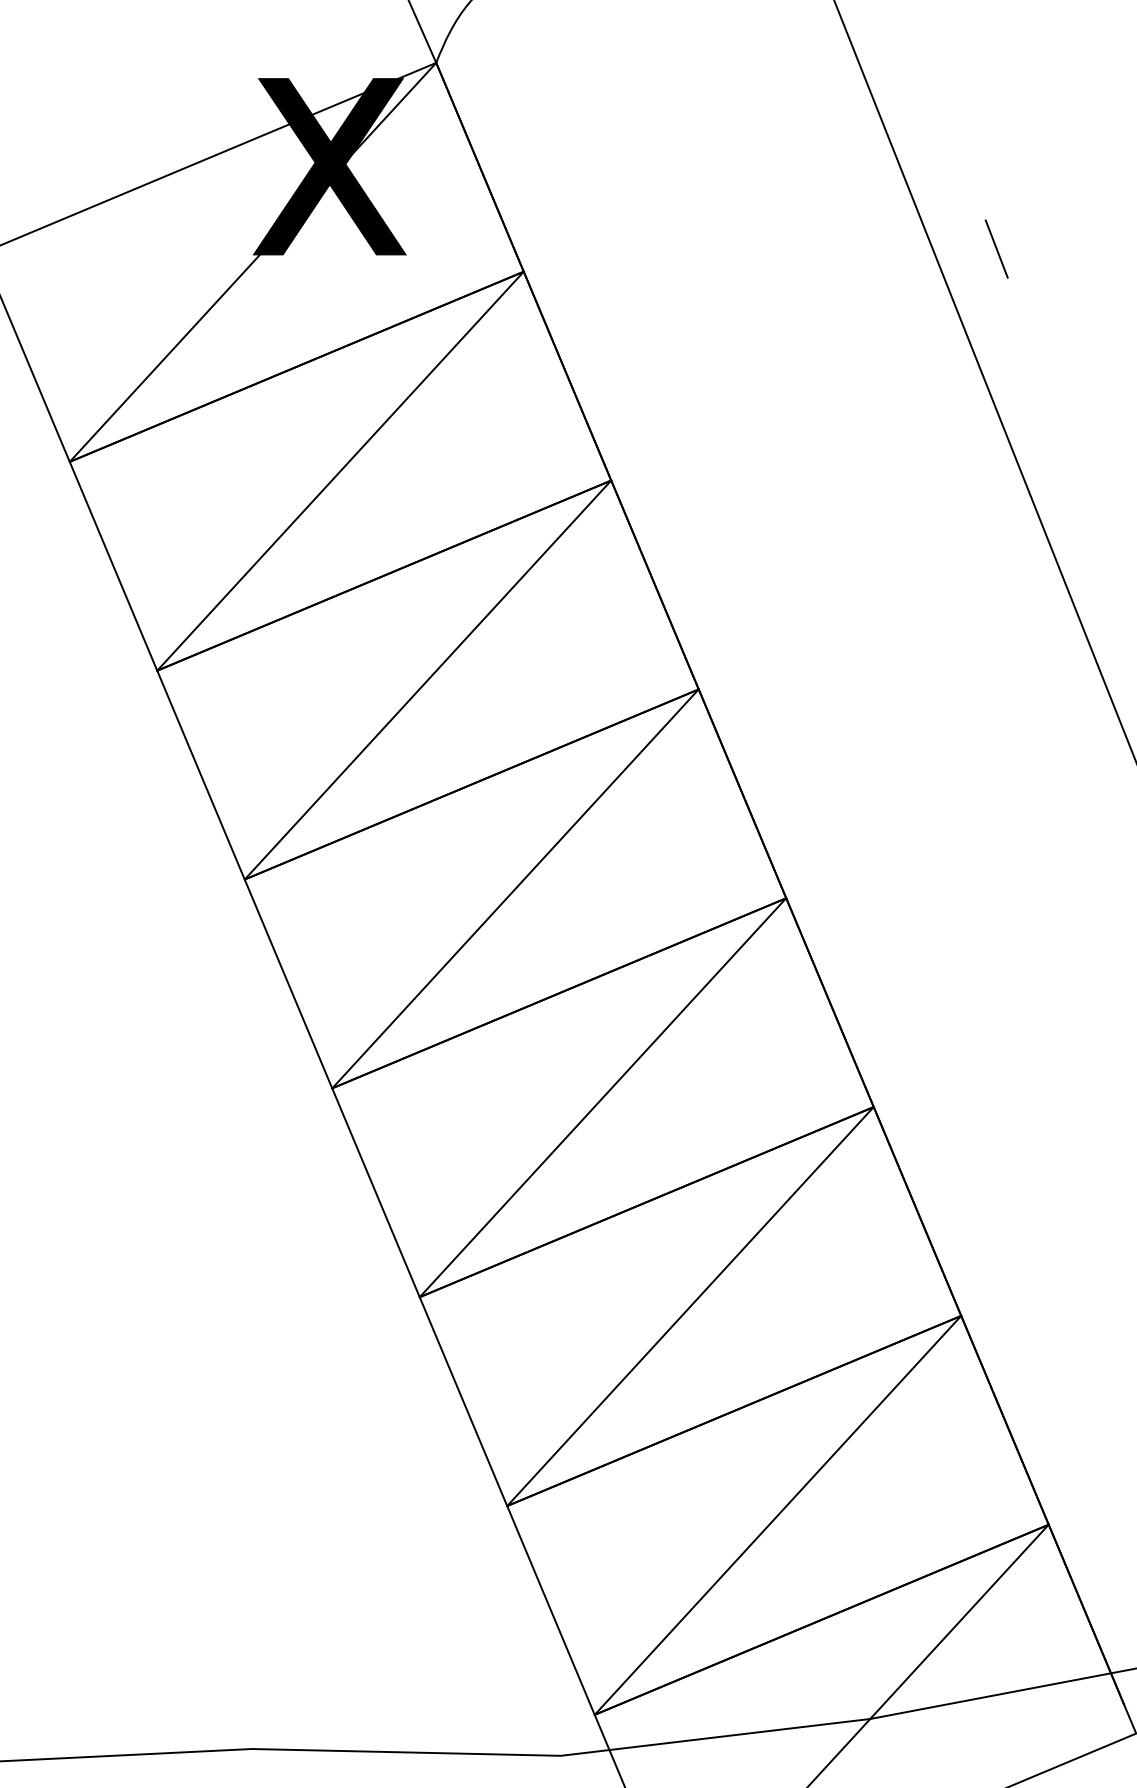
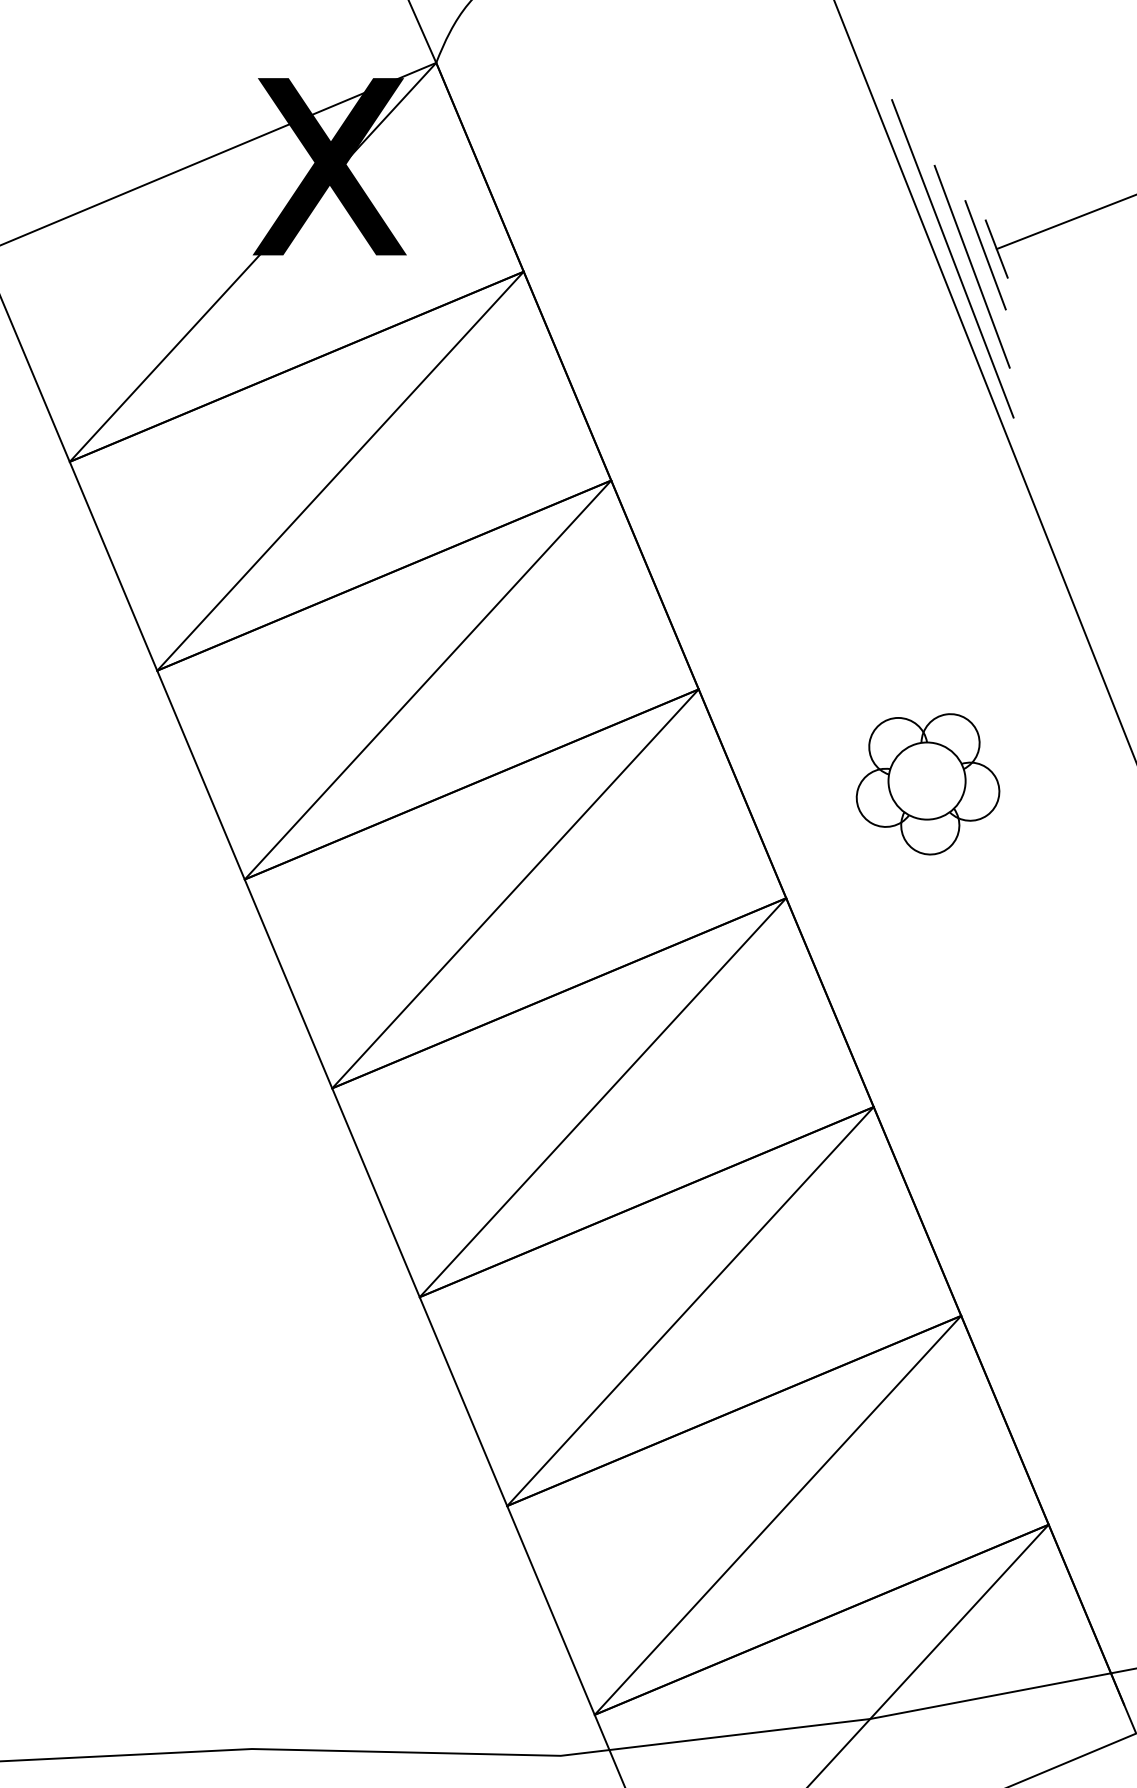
line at (1064, 222): none -> present
line at (985, 255): none -> present
line at (952, 258): none -> present
line at (971, 266): none -> present
part at (927, 784): none -> present
